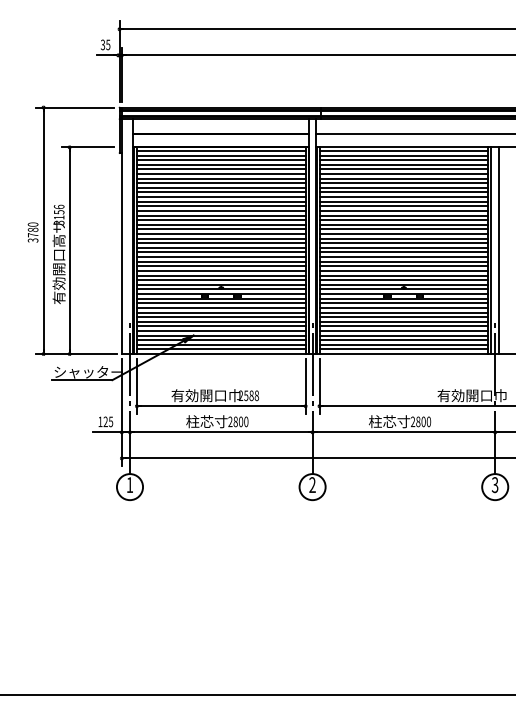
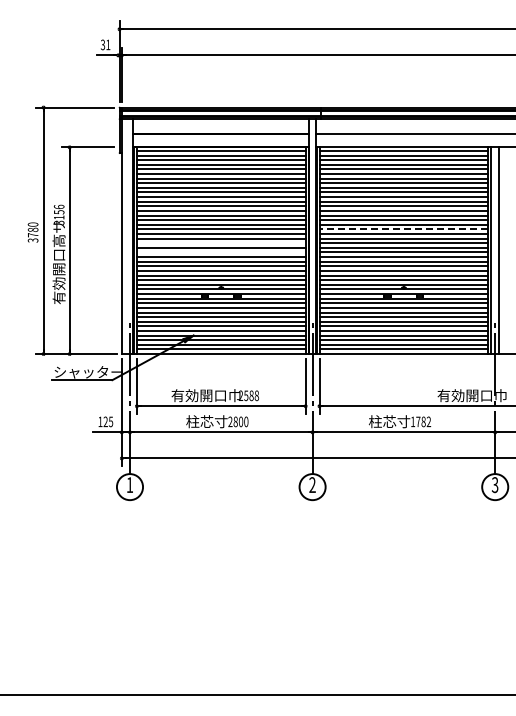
text at (108, 44): 35 -> 31
line at (403, 229): solid -> dashed
line at (220, 243): present -> none
line at (220, 252): present -> none
text at (420, 421): 2800 -> 1782
